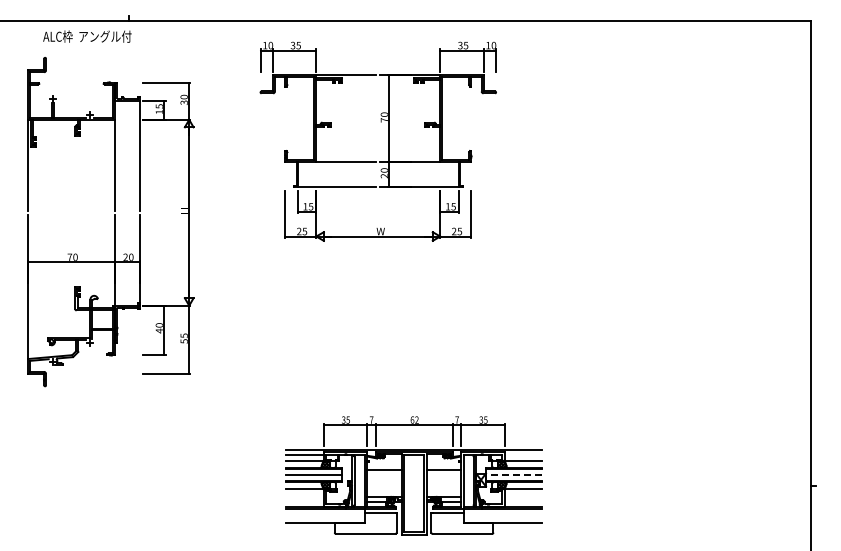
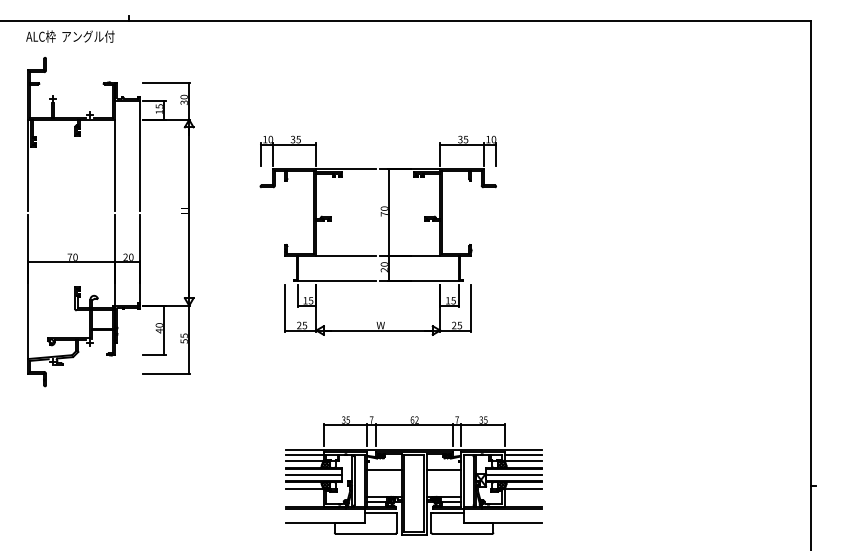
text at (87, 36) position: (87, 36) -> (70, 36)
part at (388, 141) position: (388, 141) -> (388, 235)
line at (522, 455): none -> present
line at (513, 475): dashed -> solid
